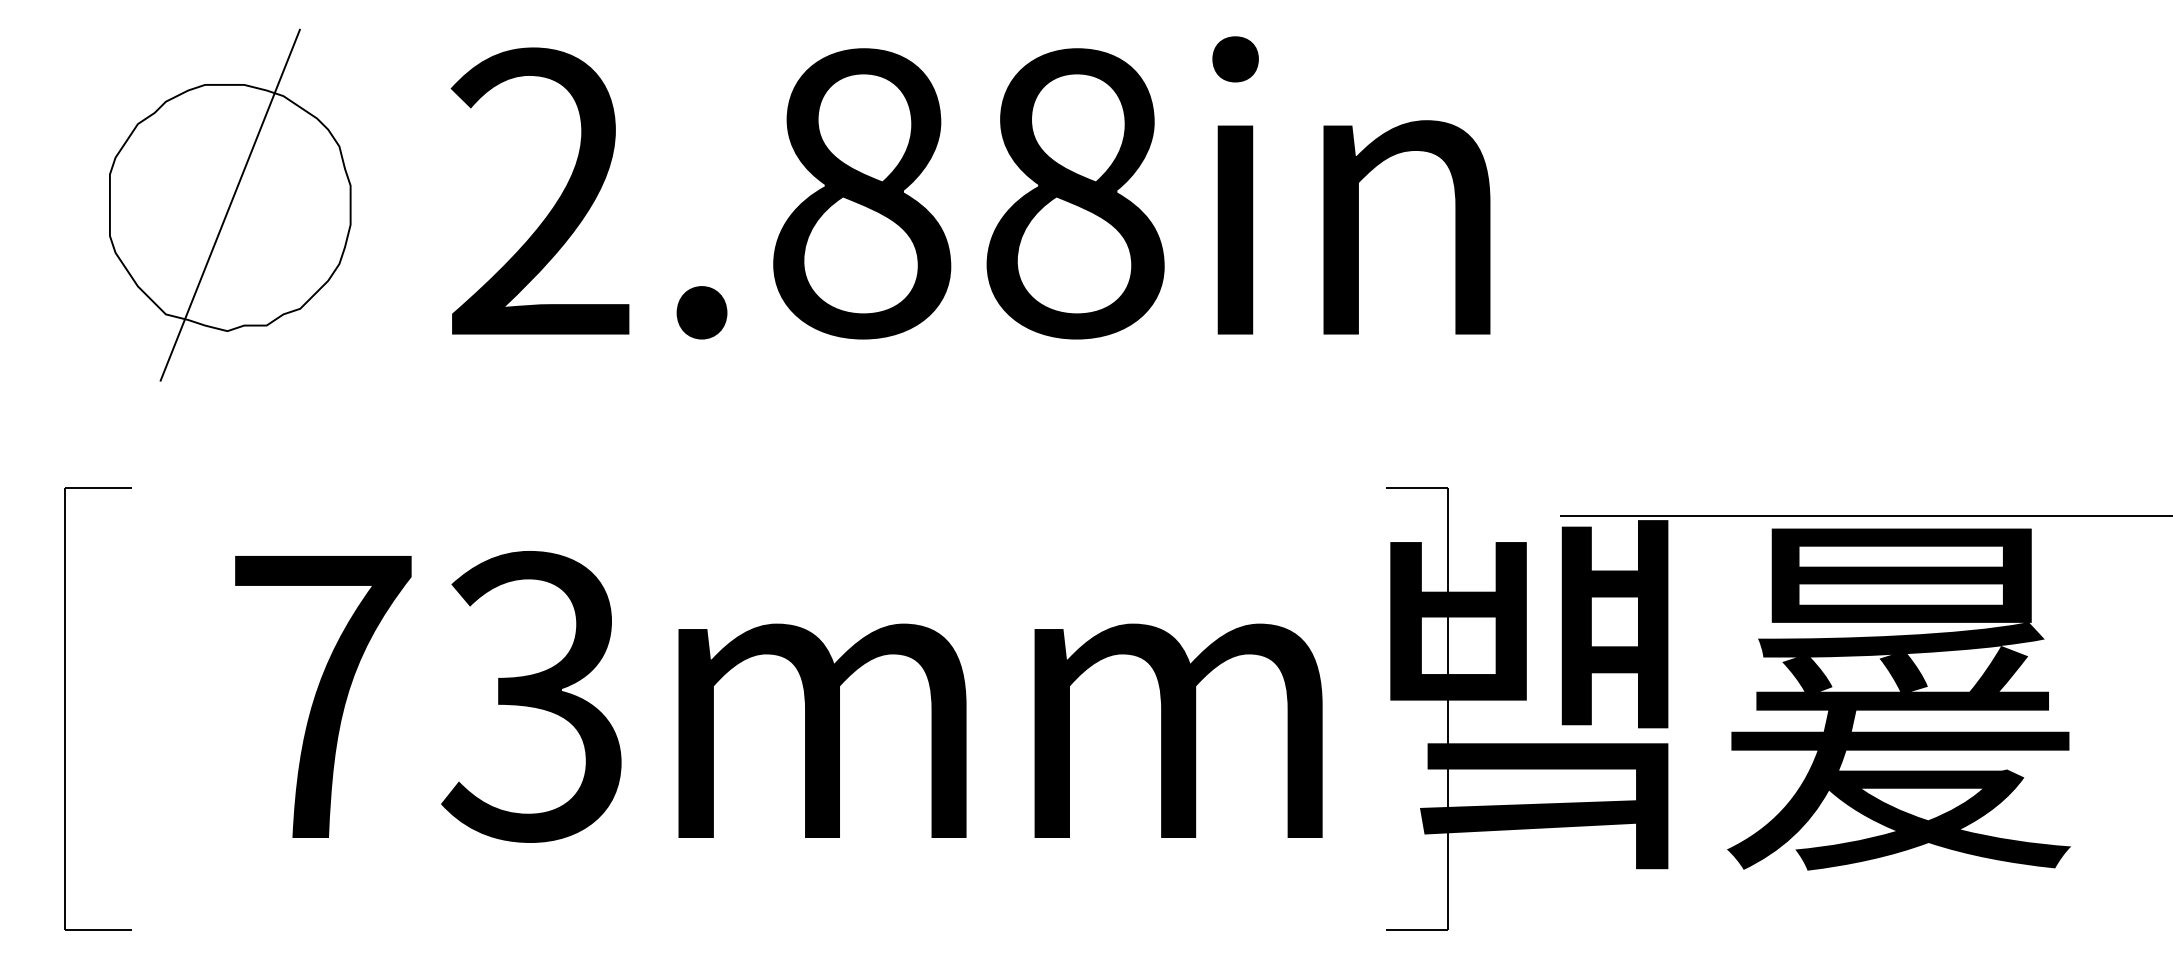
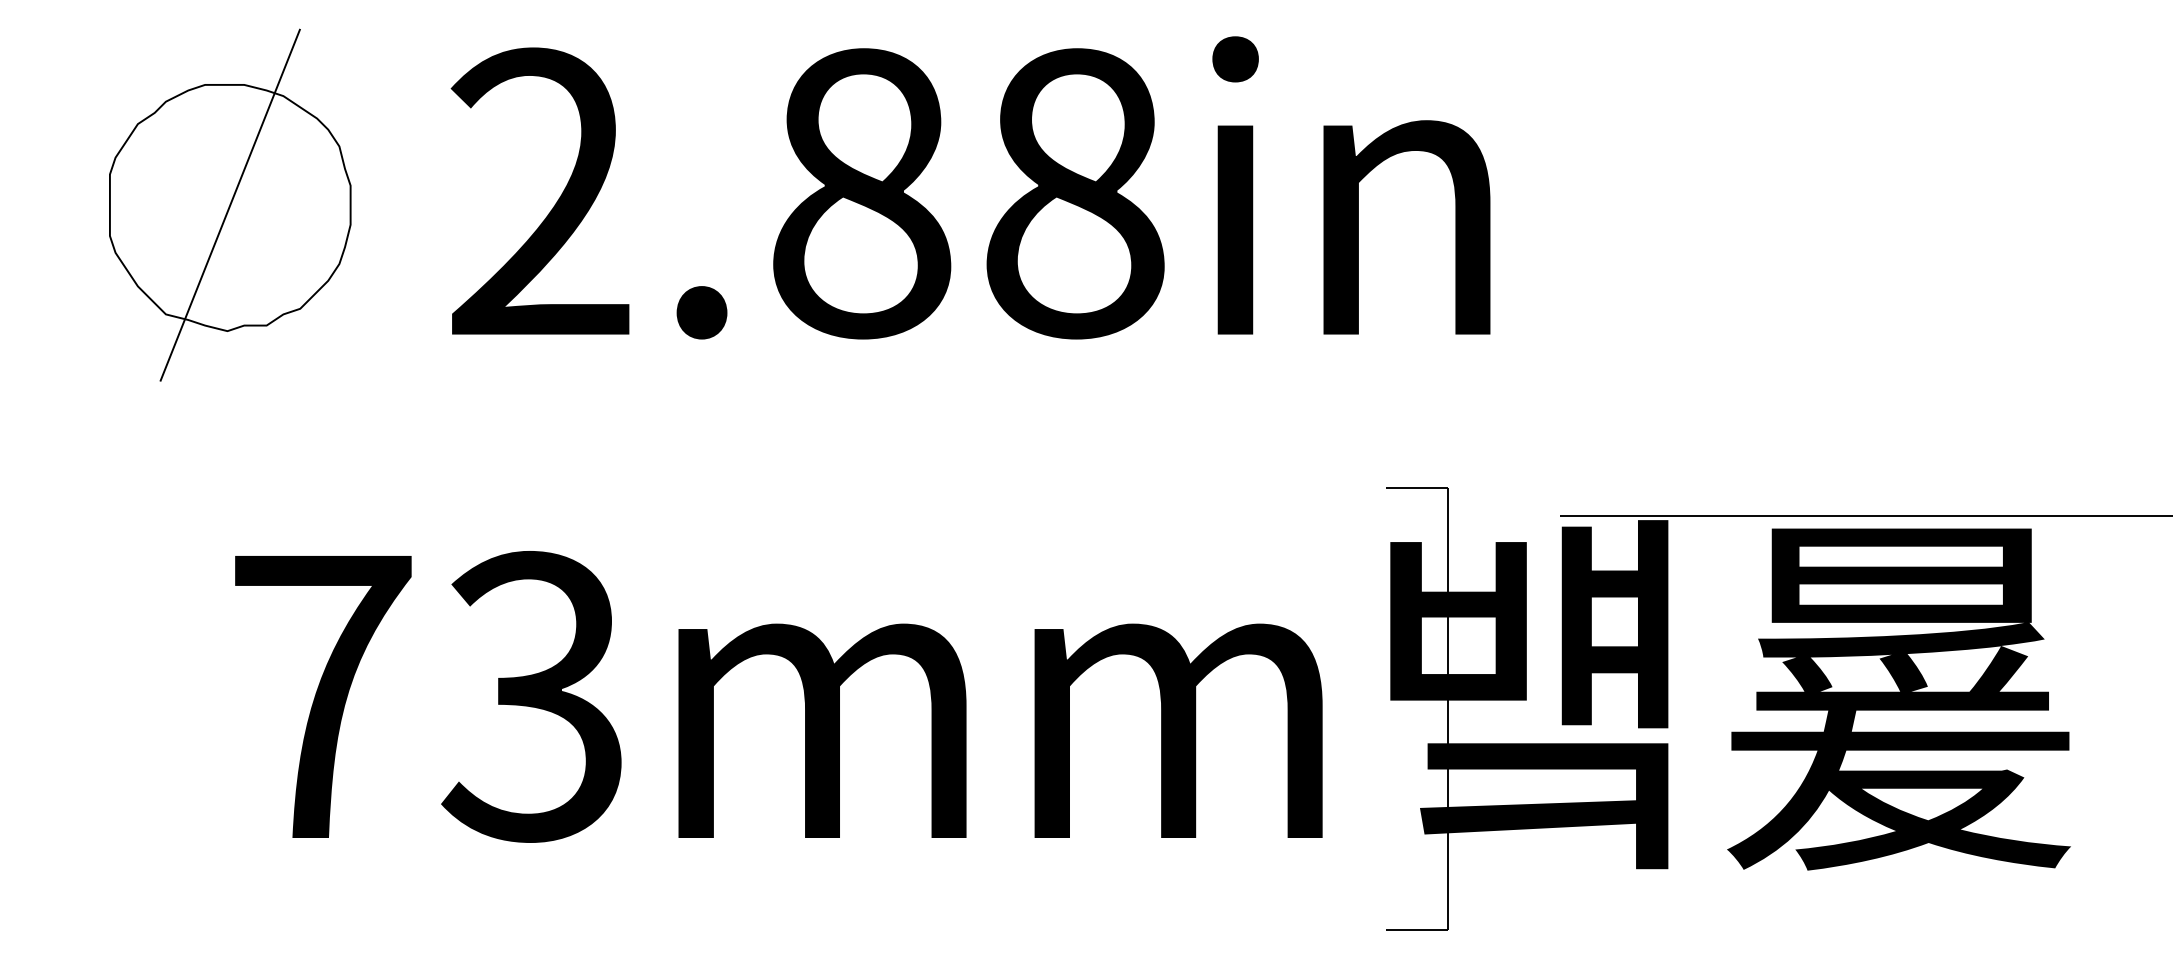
part at (65, 708): present -> none
